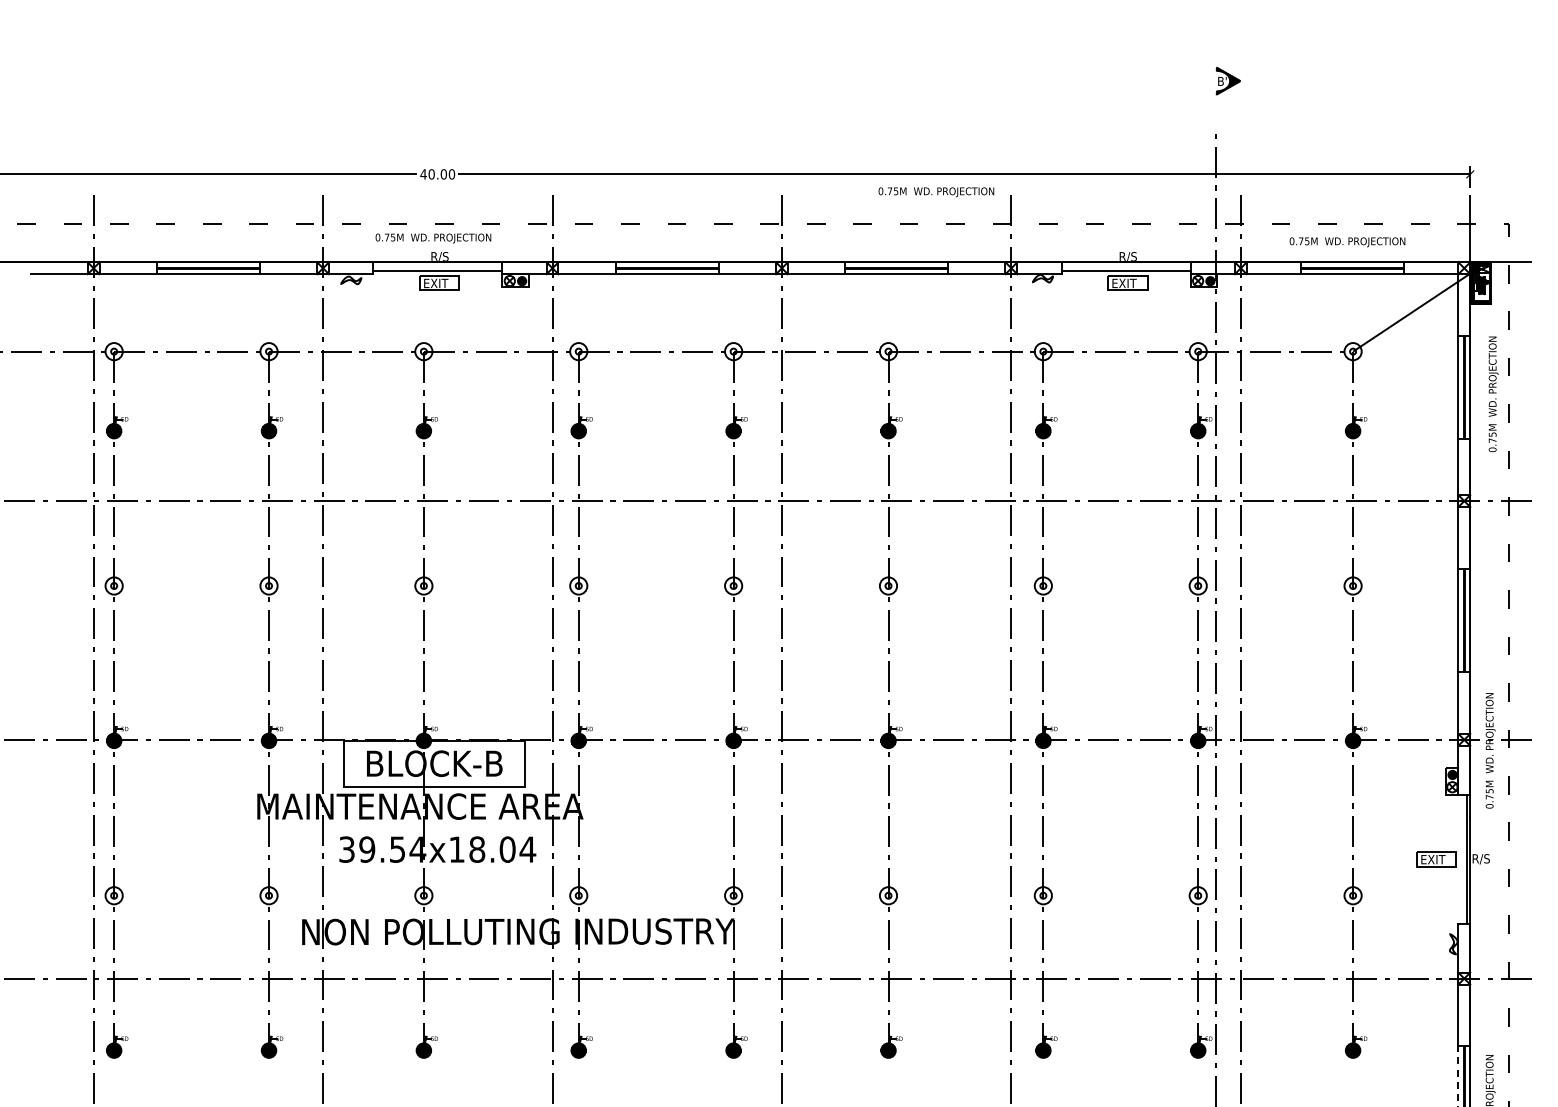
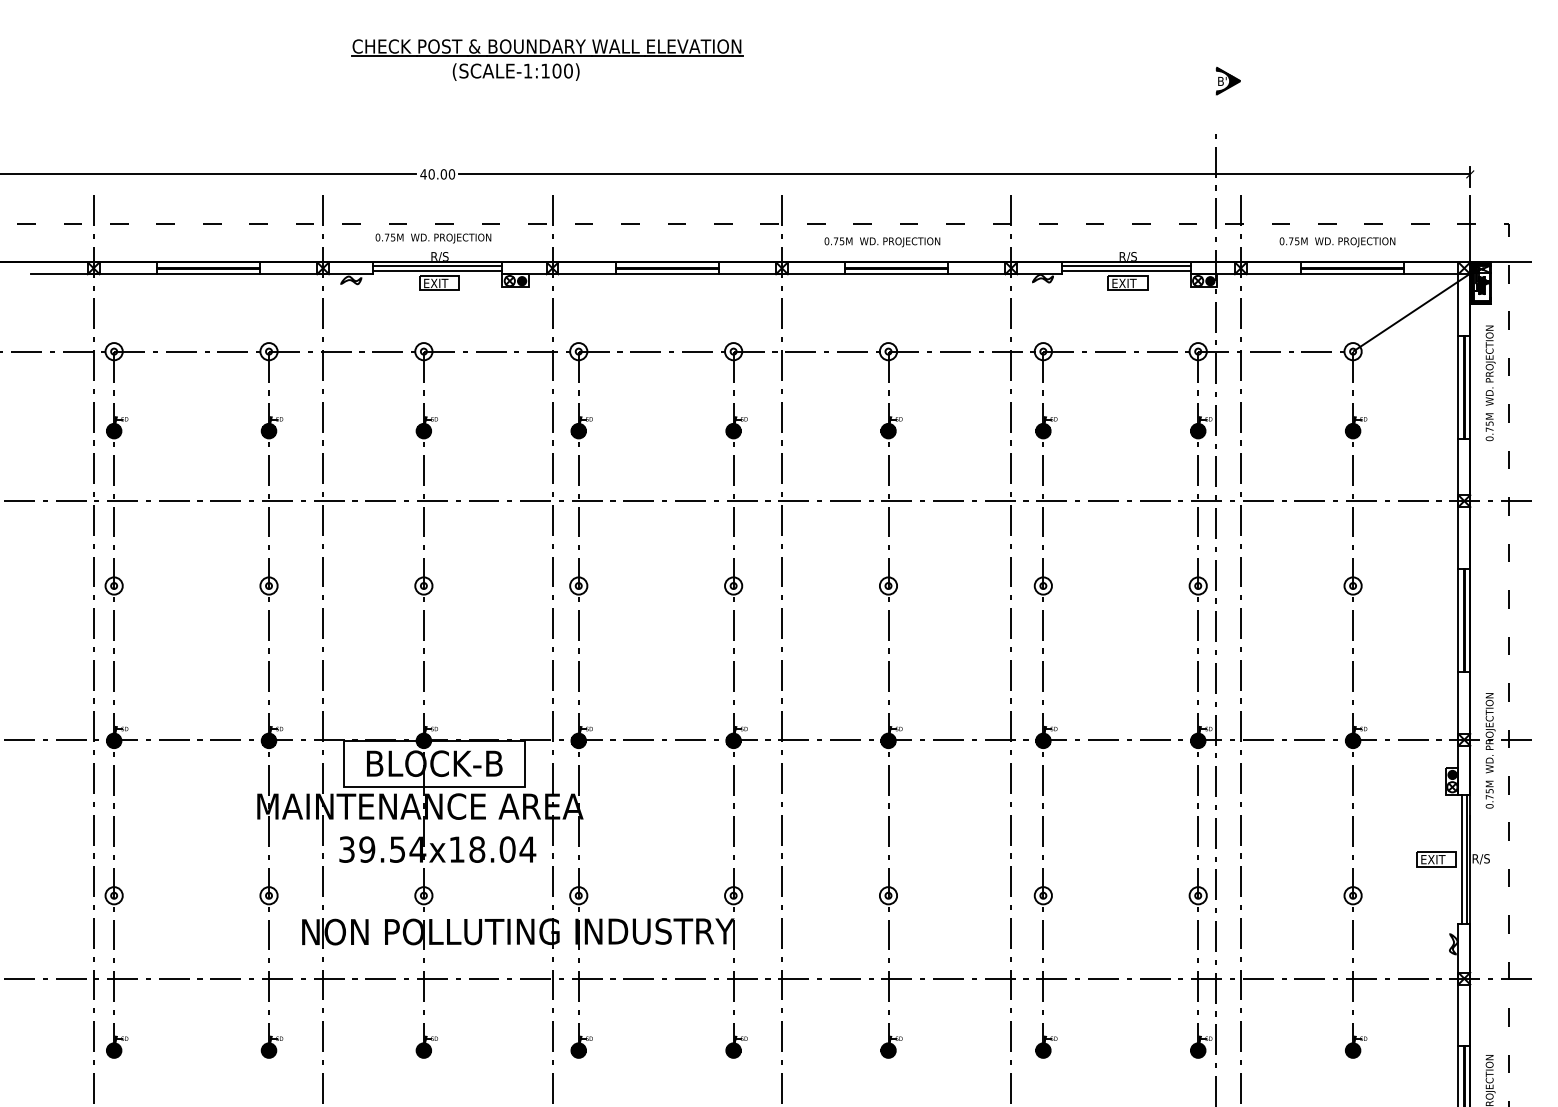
part at (547, 59): none -> present
text at (936, 192) position: (936, 192) -> (882, 242)
text at (1347, 242) position: (1347, 242) -> (1337, 242)
line at (437, 265): none -> present
line at (1125, 265): none -> present
text at (1493, 394) position: (1493, 394) -> (1490, 383)
line at (1461, 858): none -> present
line at (1458, 1076): dashed -> solid
